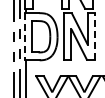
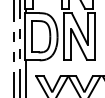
line at (24, 36): dashed -> solid
line at (95, 36): dashed -> solid
